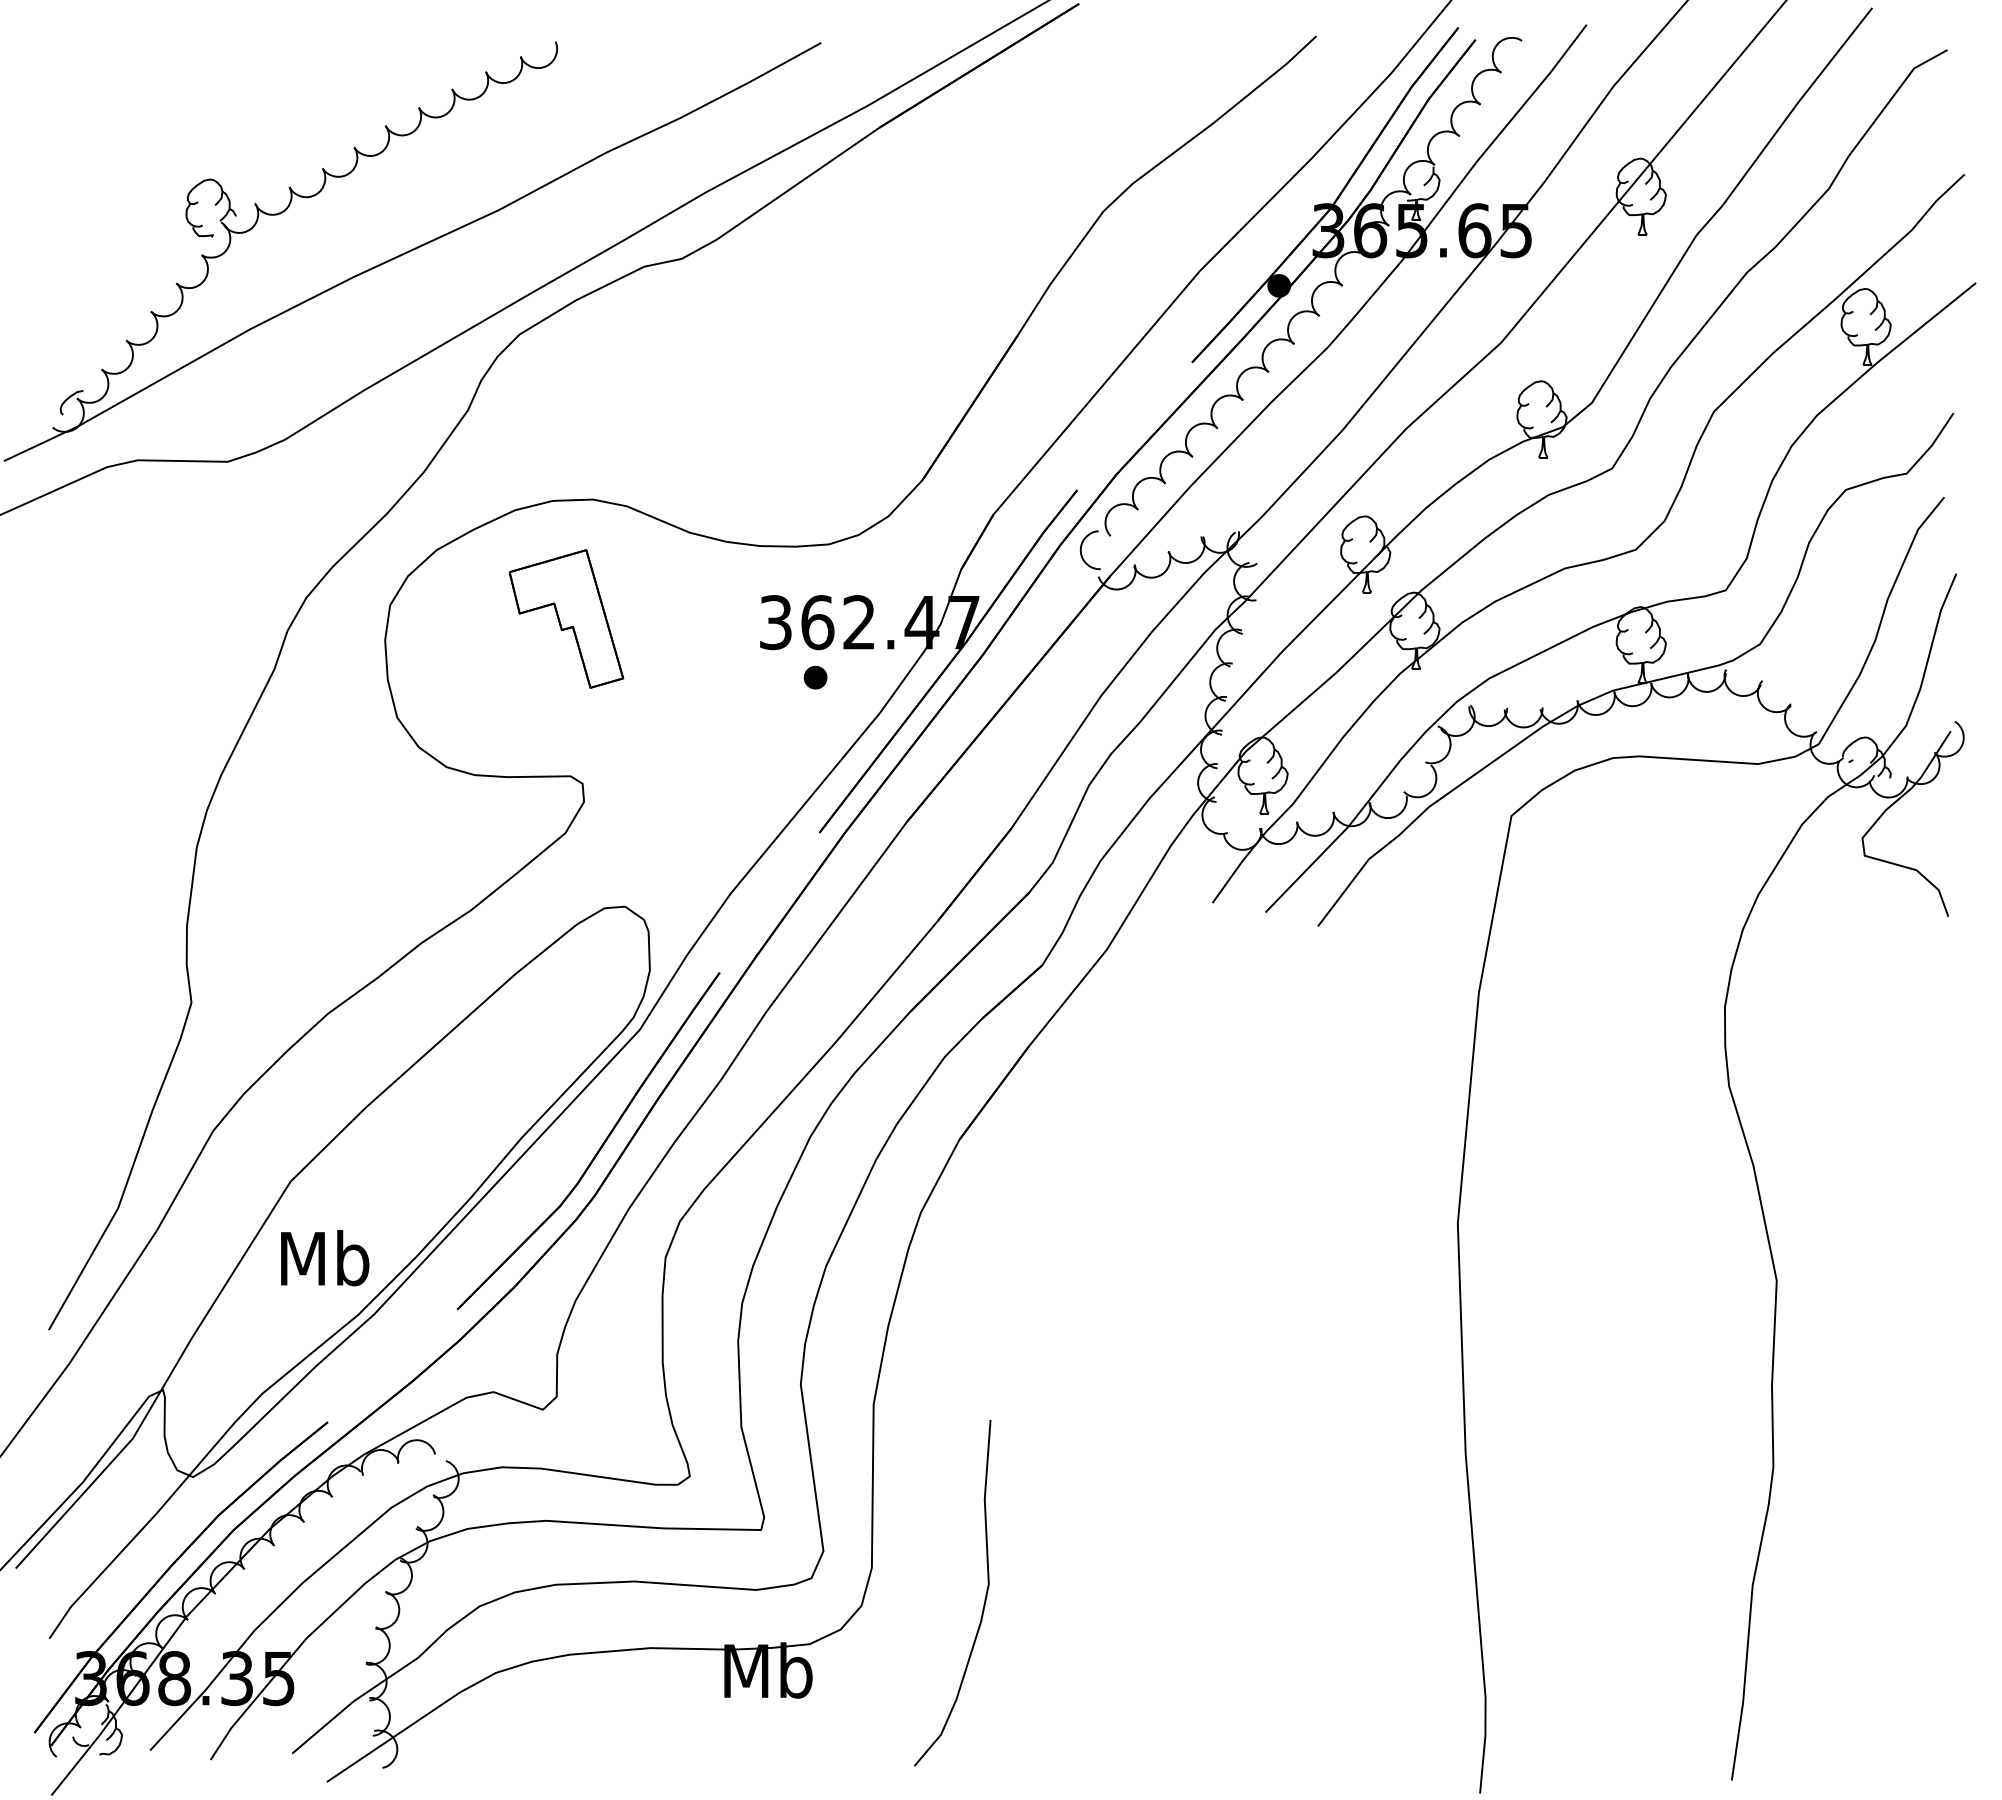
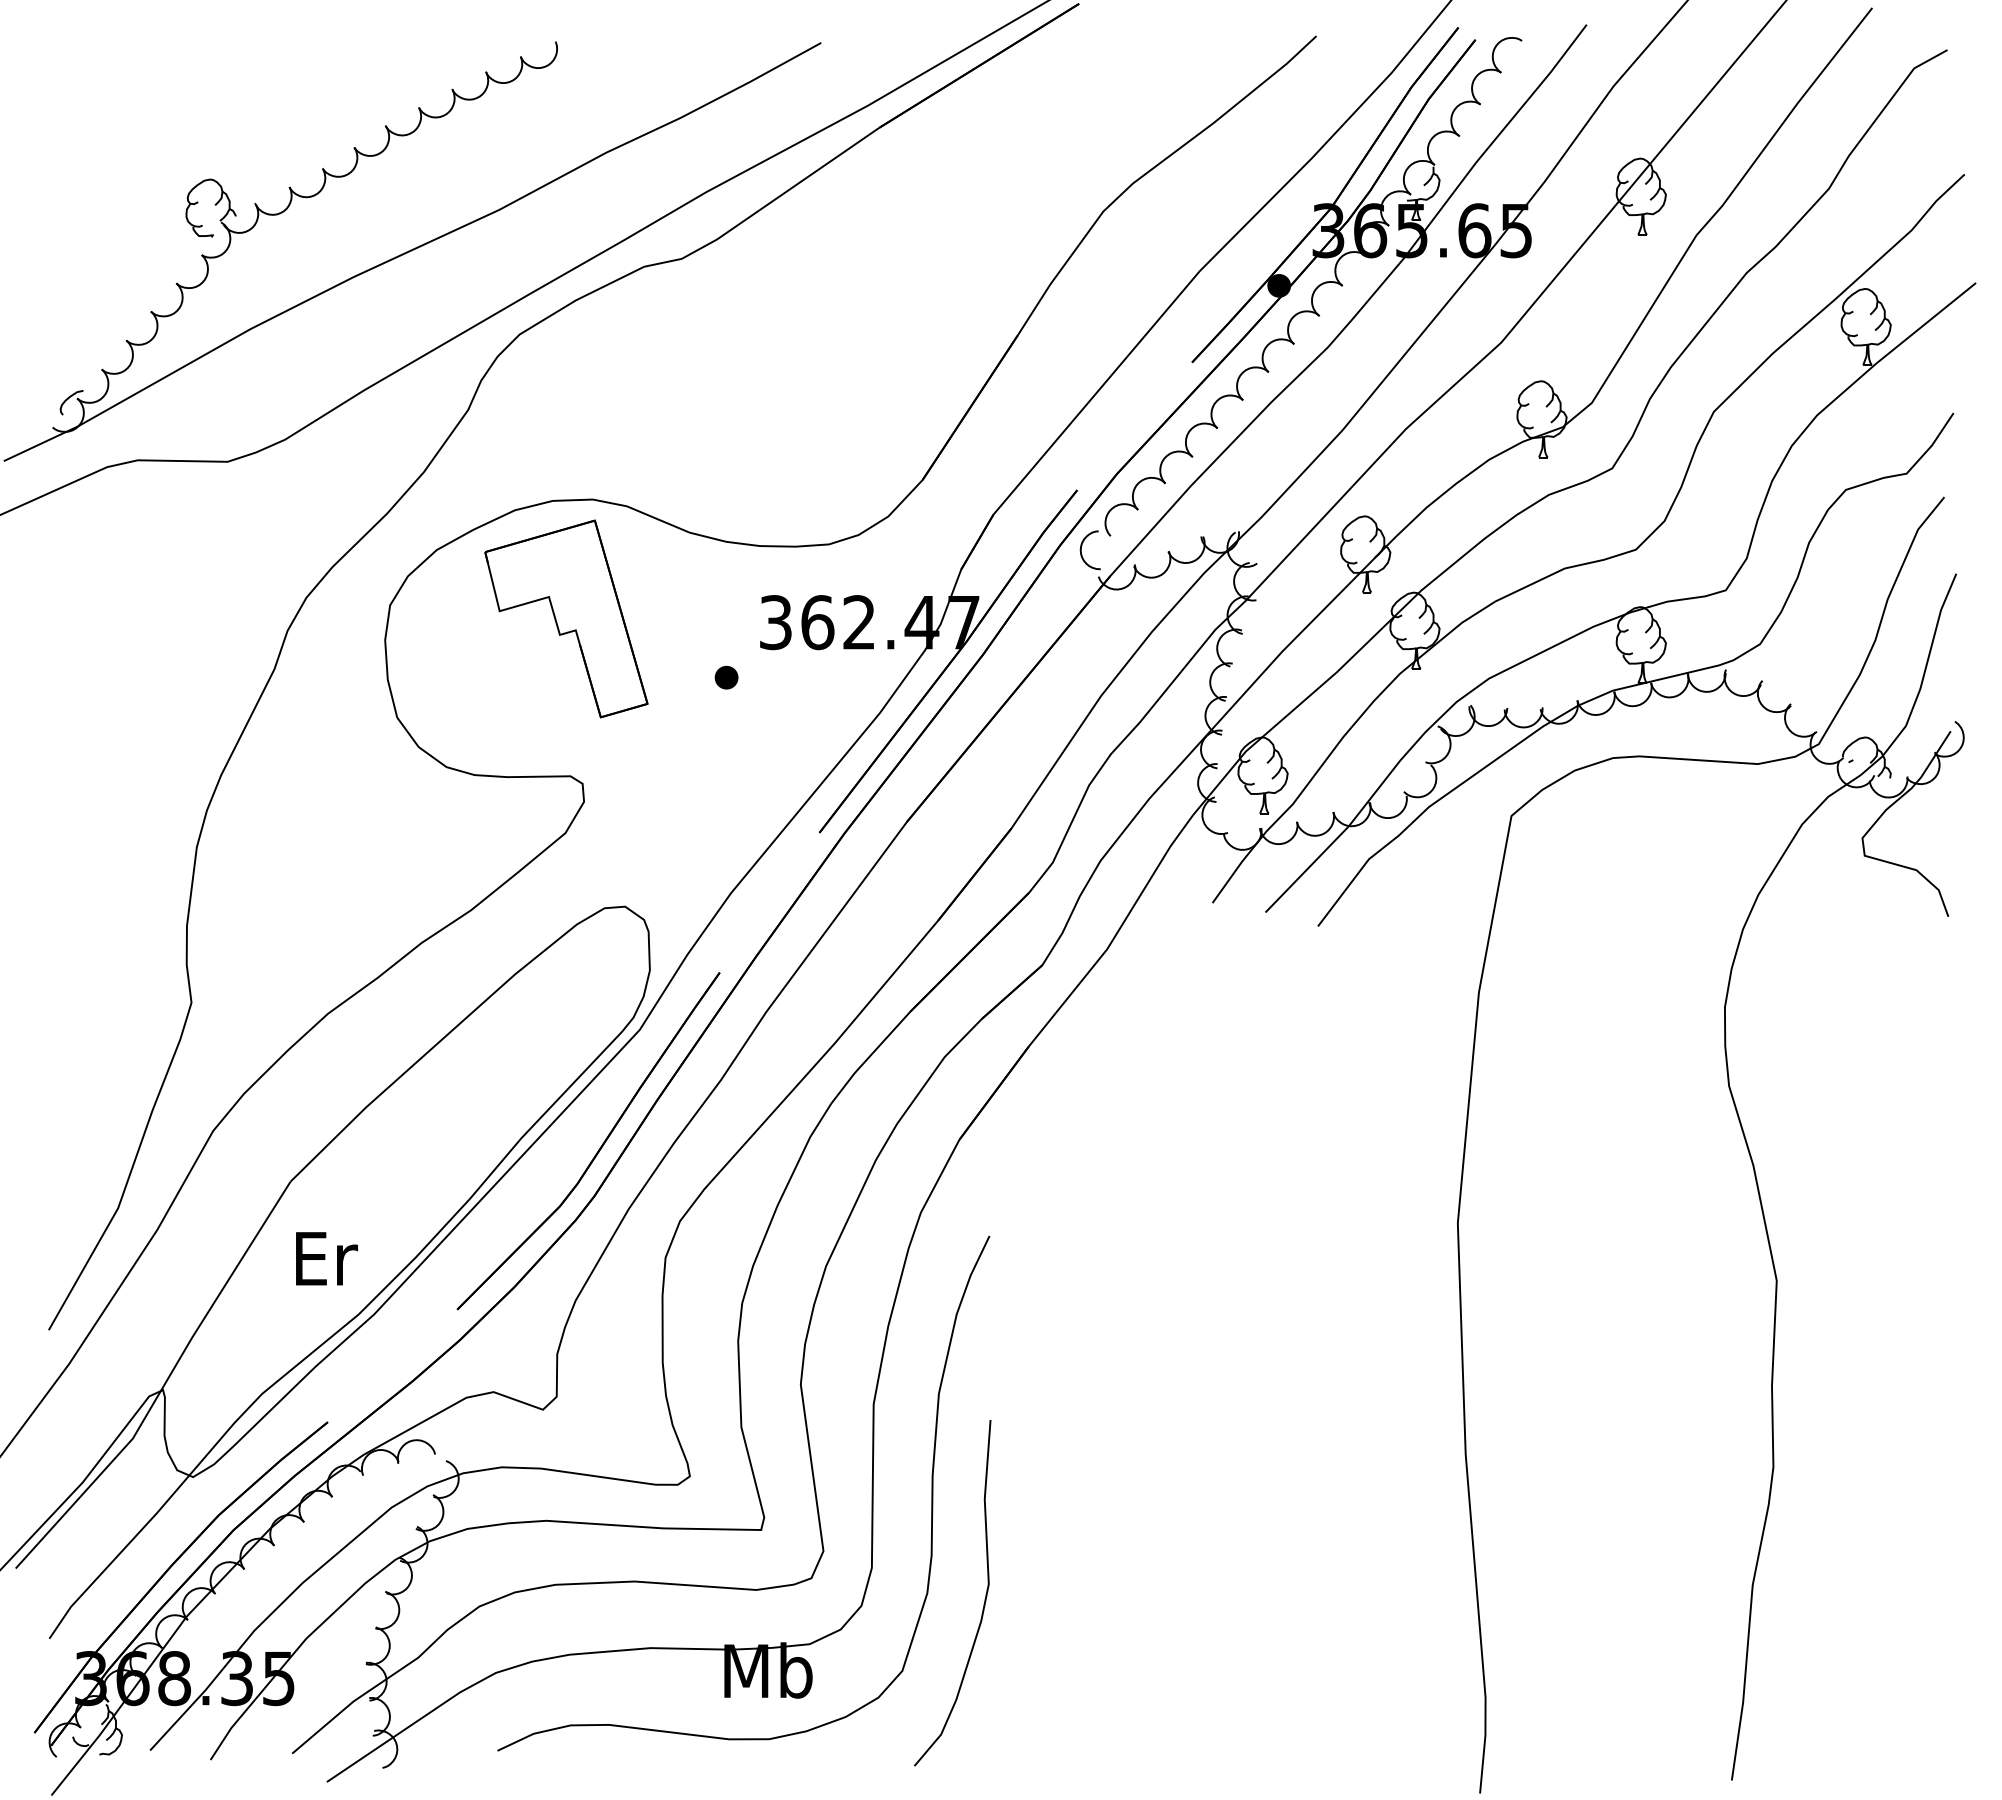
part at (566, 618) size: 117x140 px -> 165x200 px
part at (815, 677) position: (815, 677) -> (726, 677)
text at (325, 1258): Mb -> Er
curve at (931, 1493): none -> present
